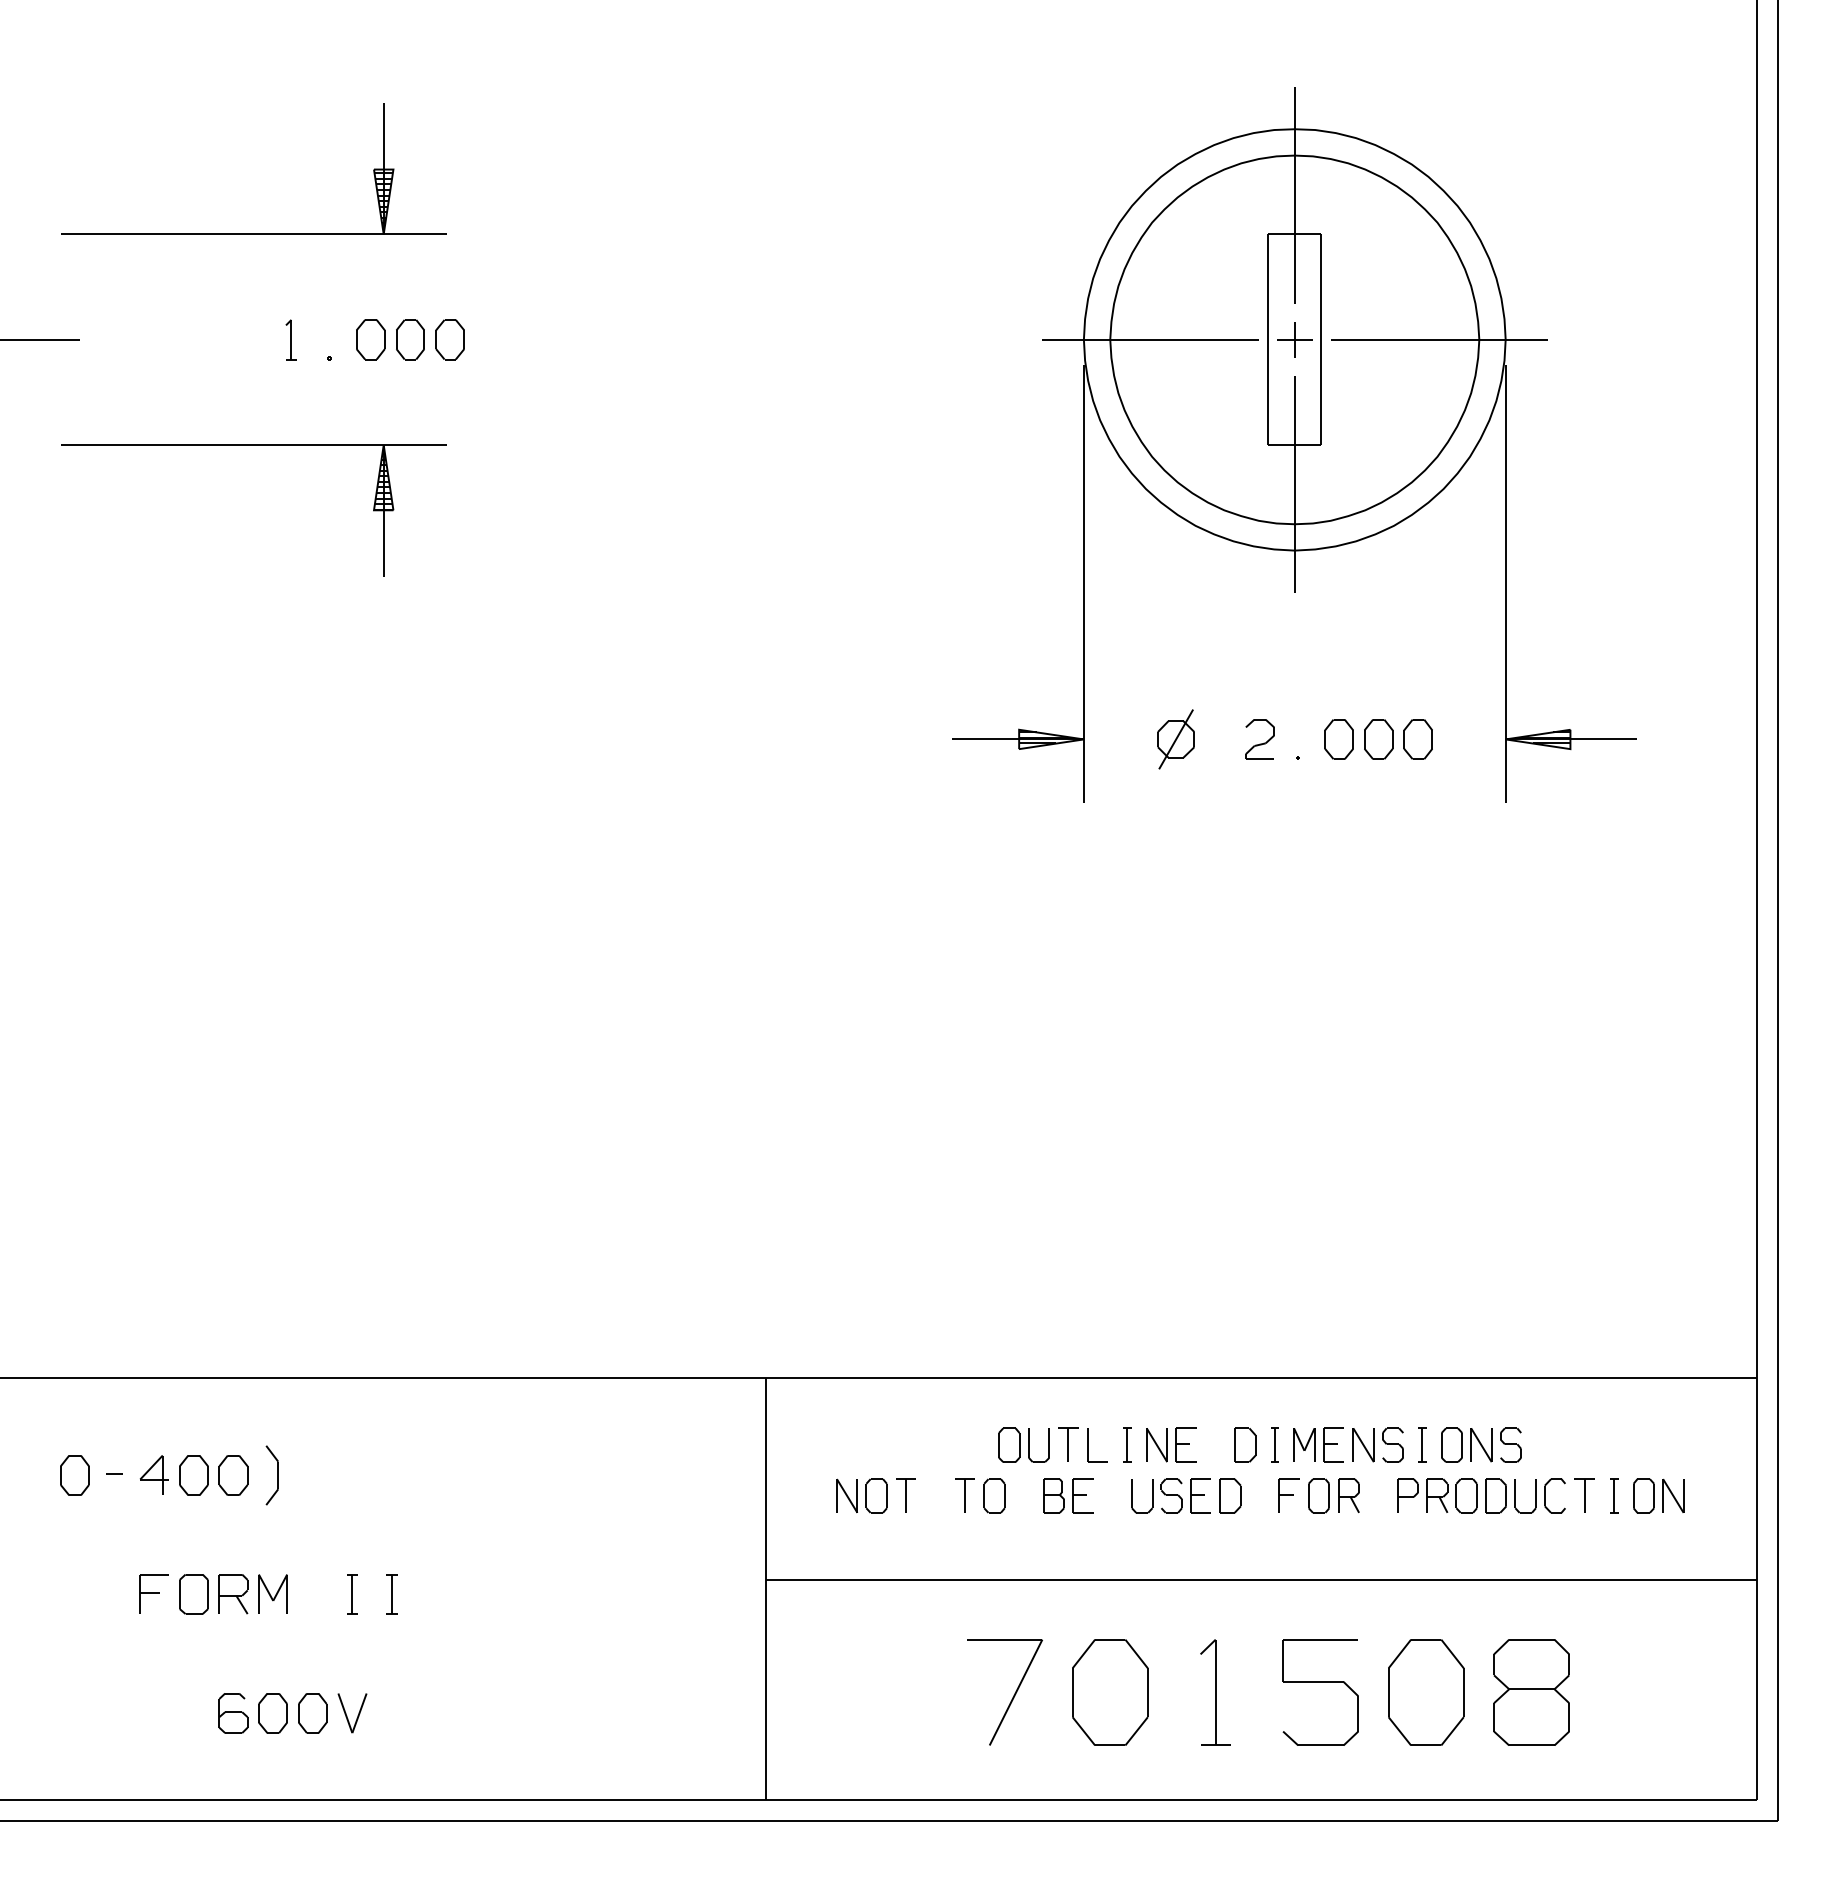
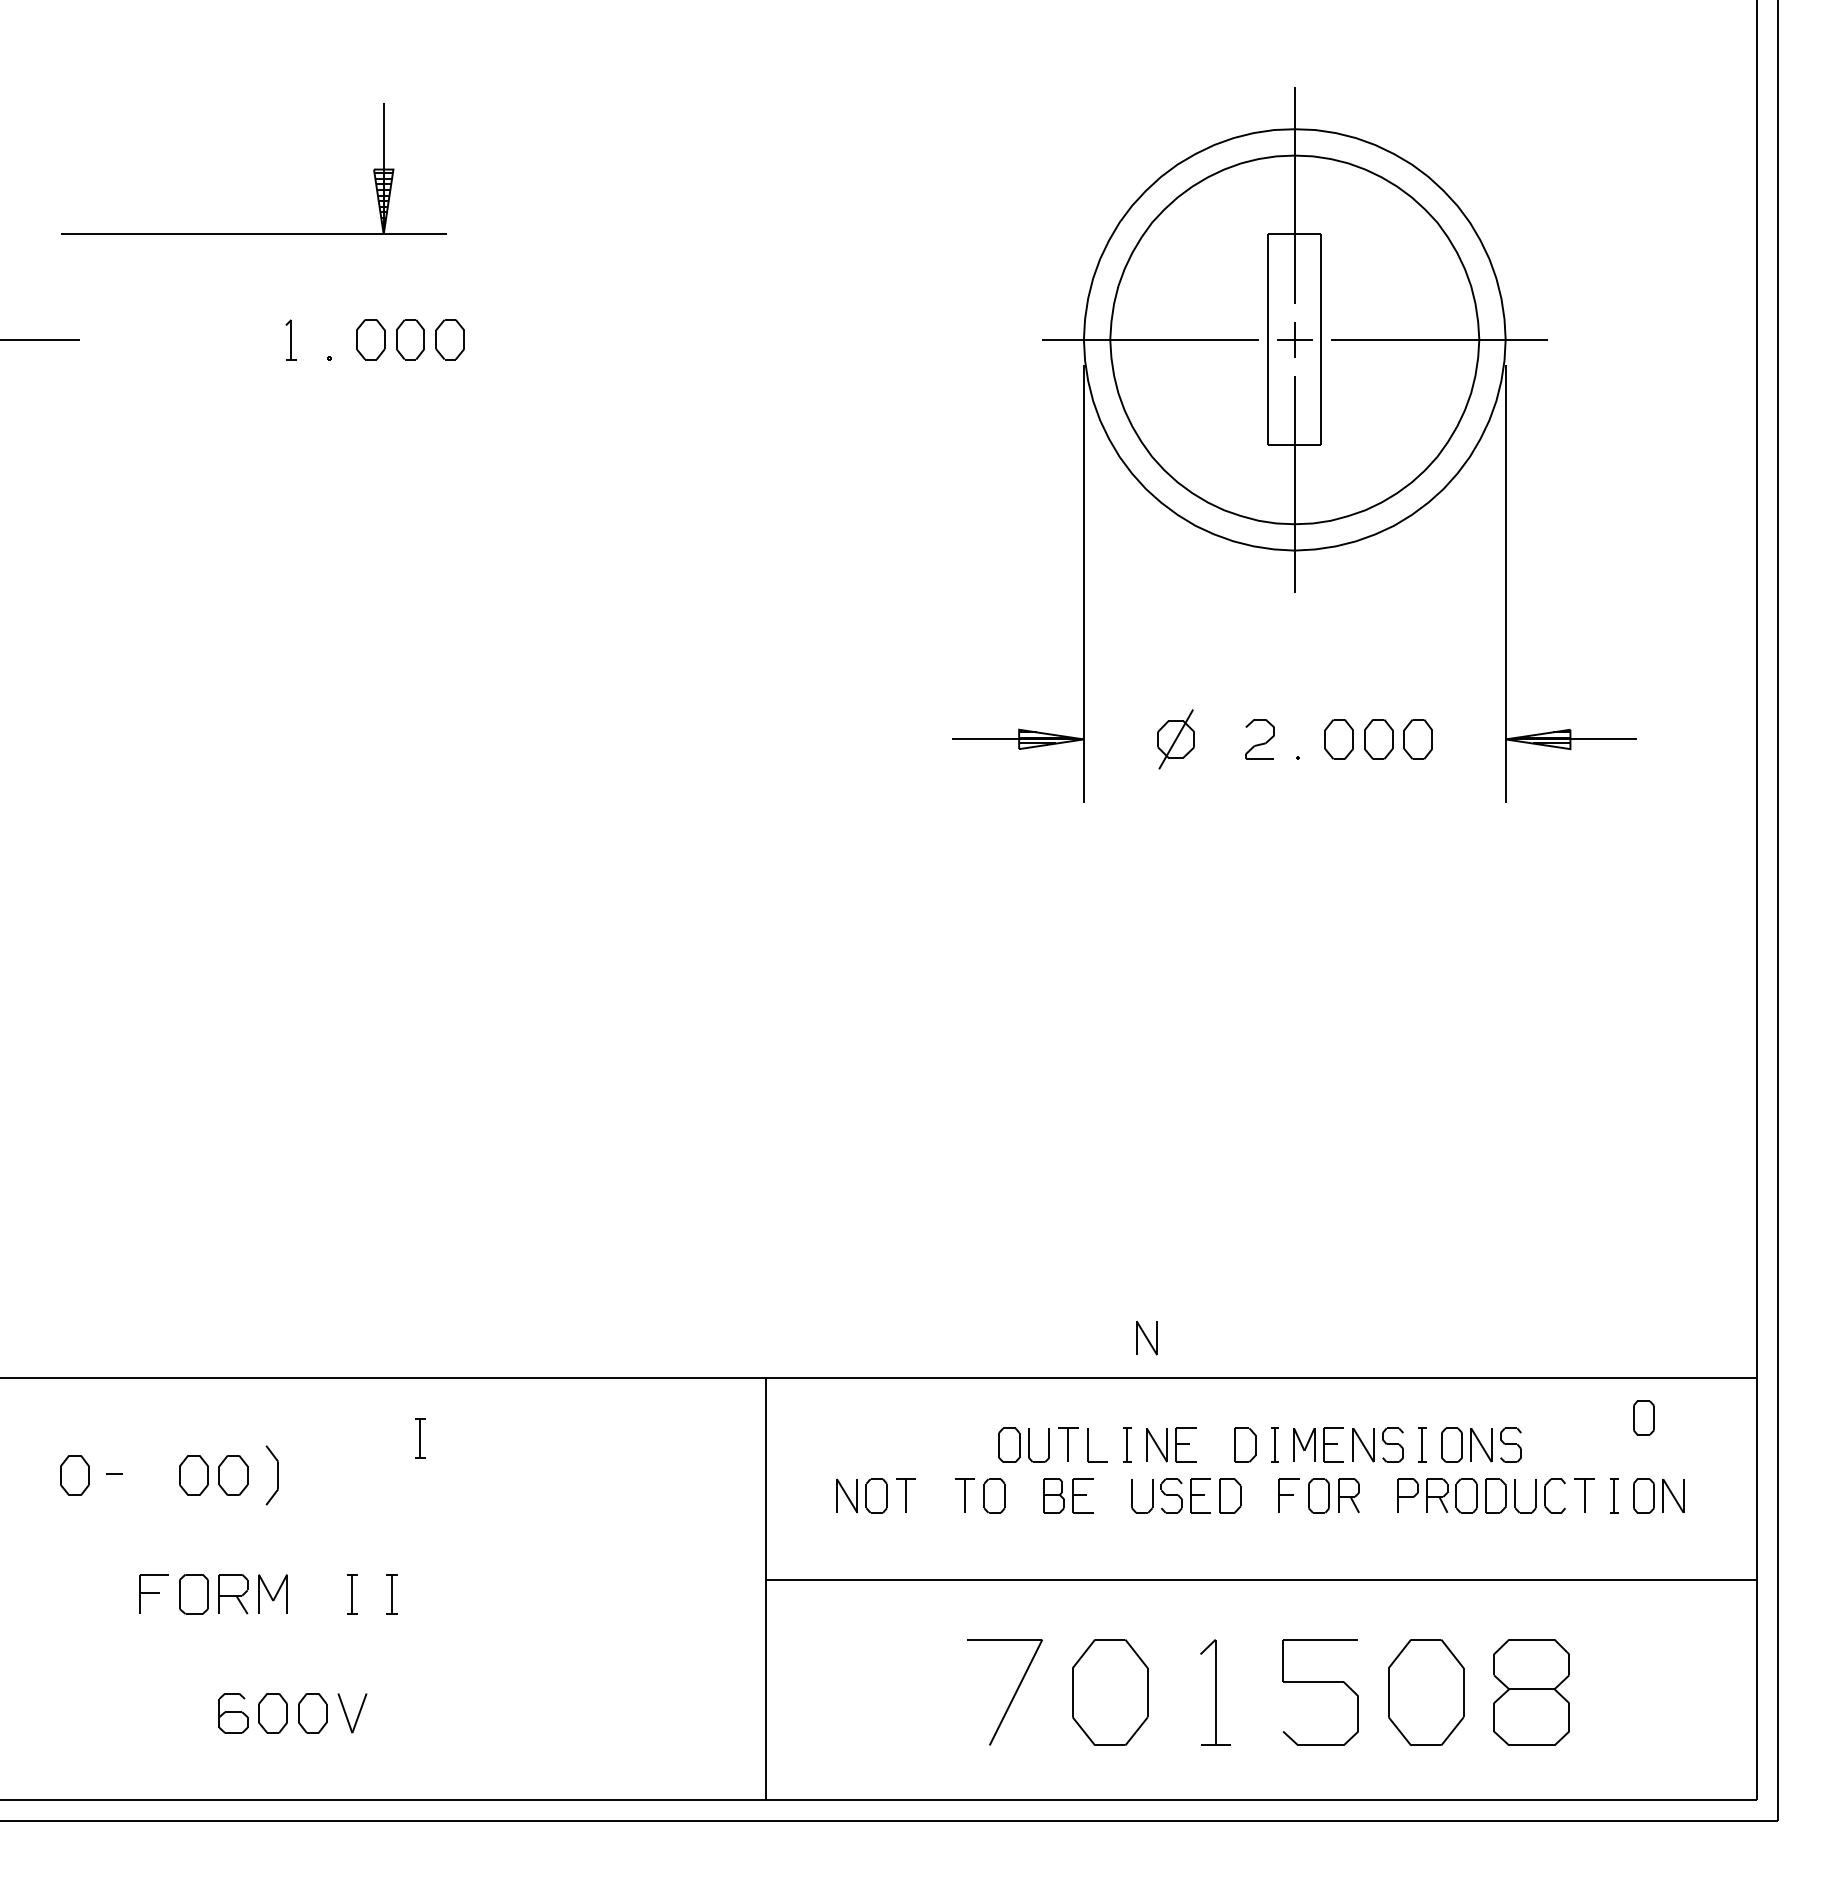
part at (253, 445): present -> none
part at (1146, 1338): none -> present
part at (1643, 1417): none -> present
part at (420, 1438): none -> present
part at (153, 1474): present -> none
